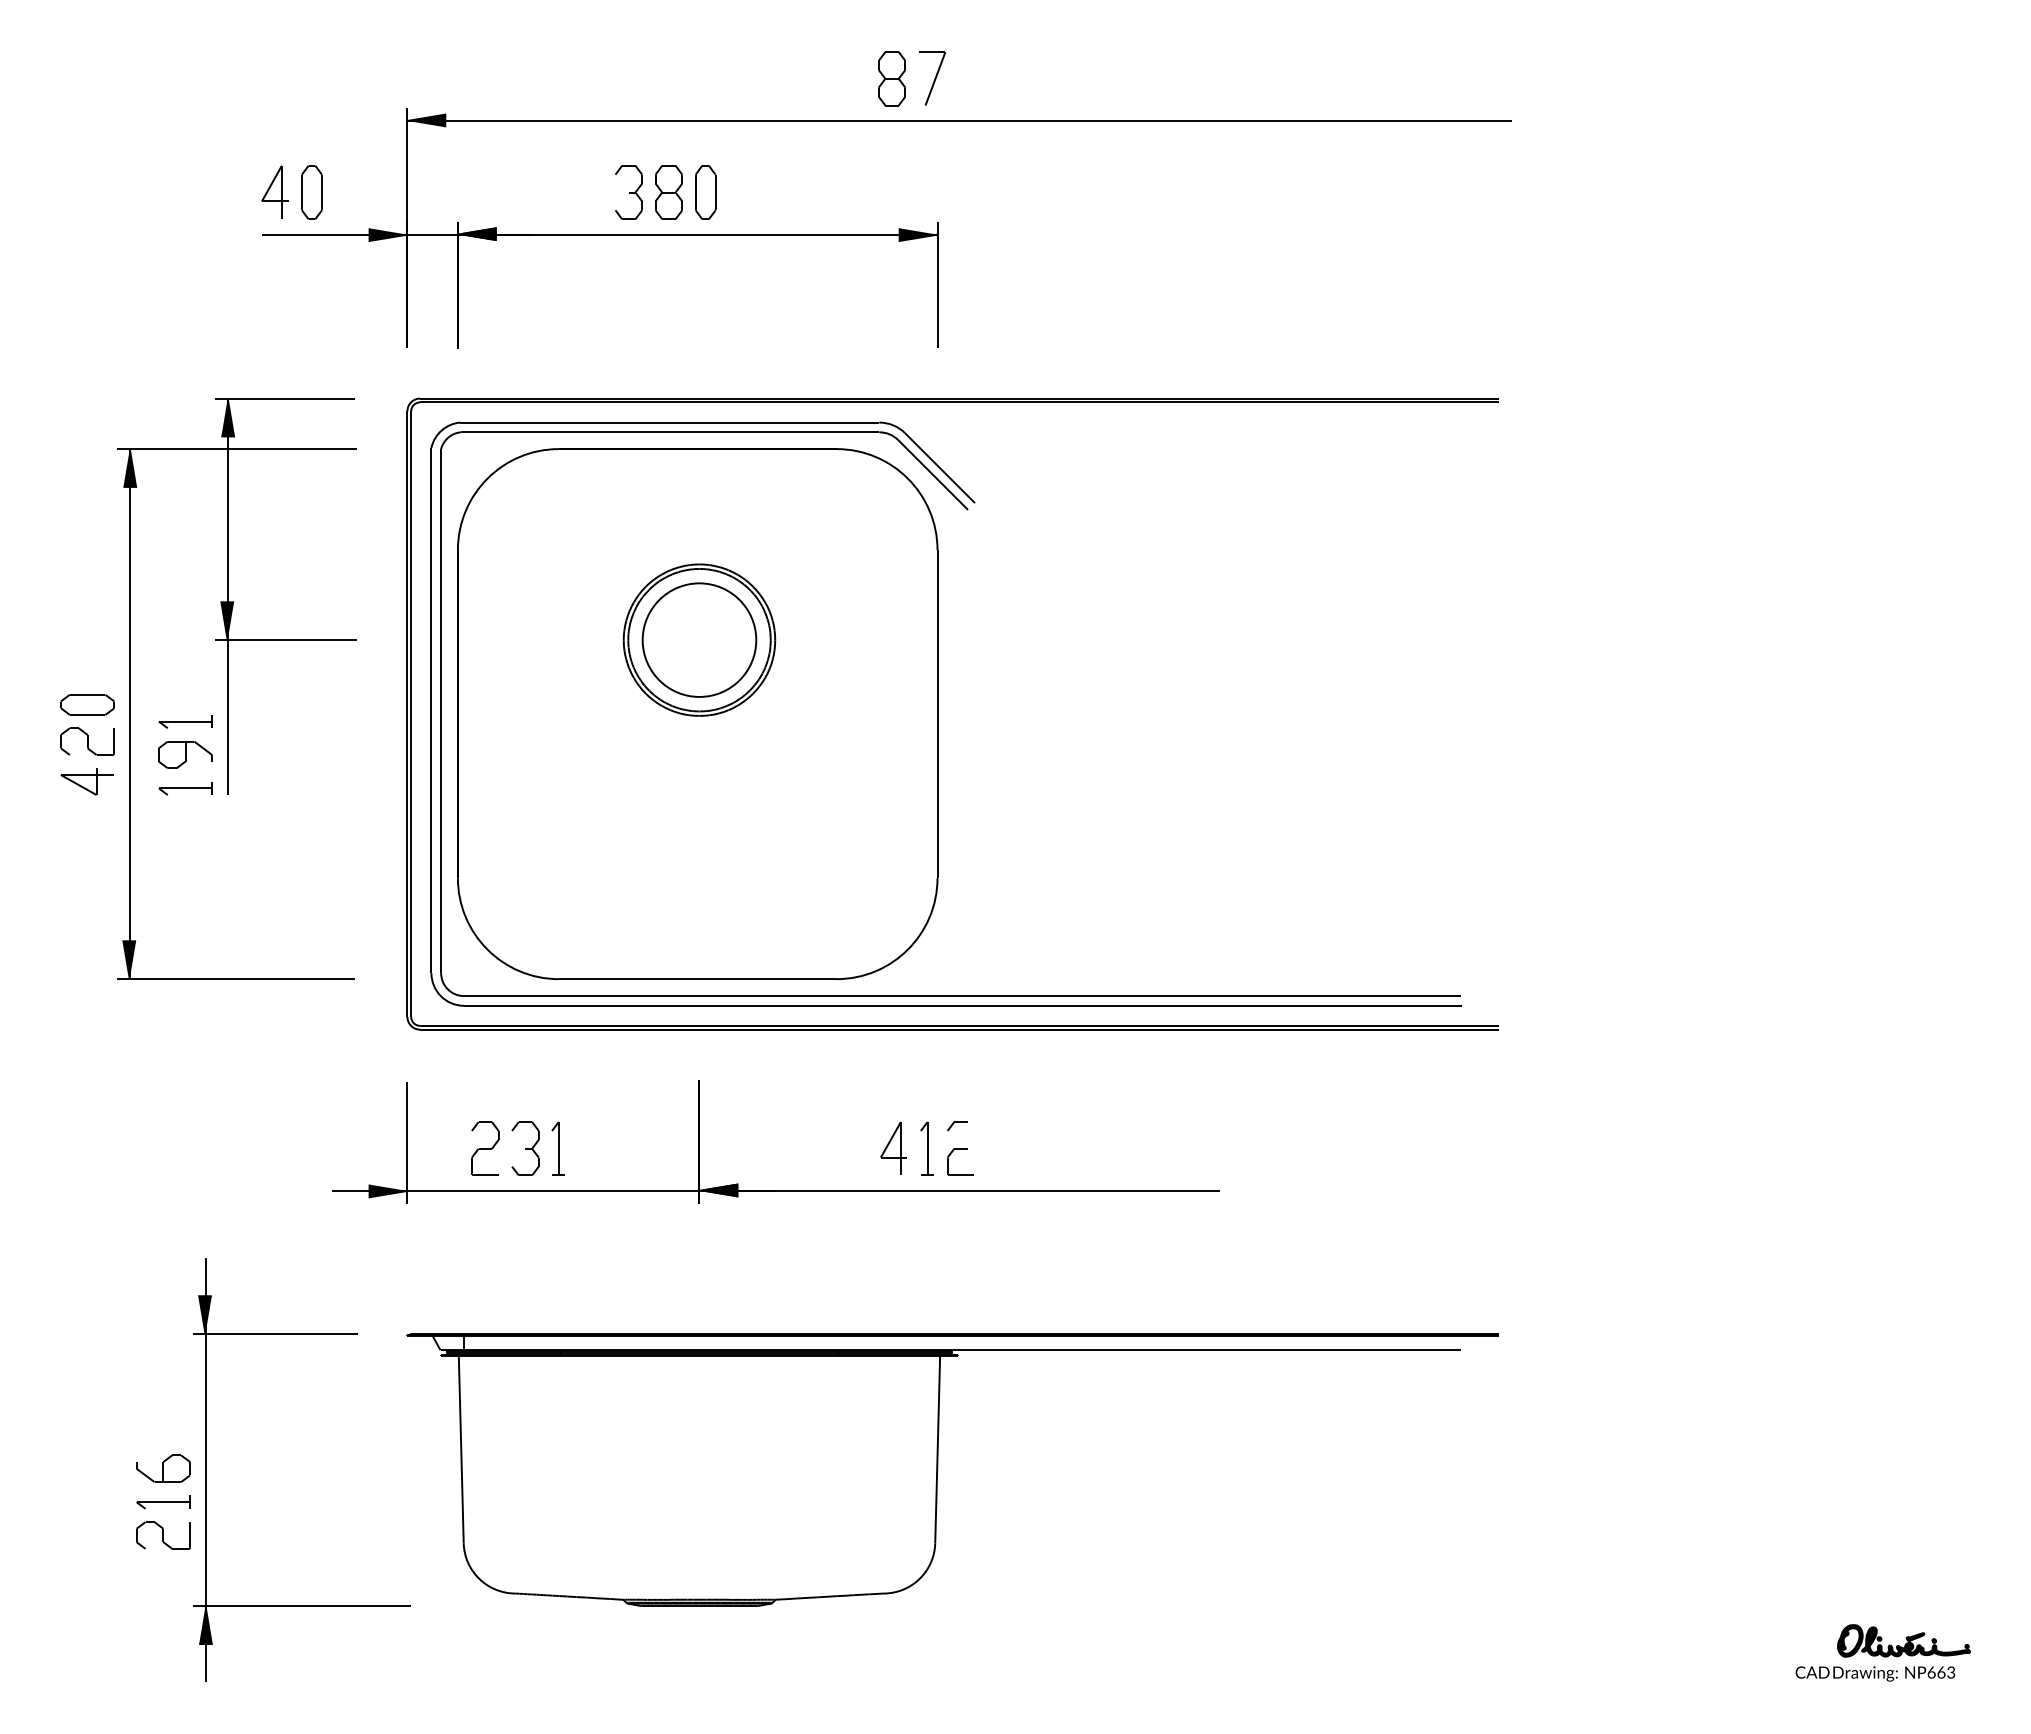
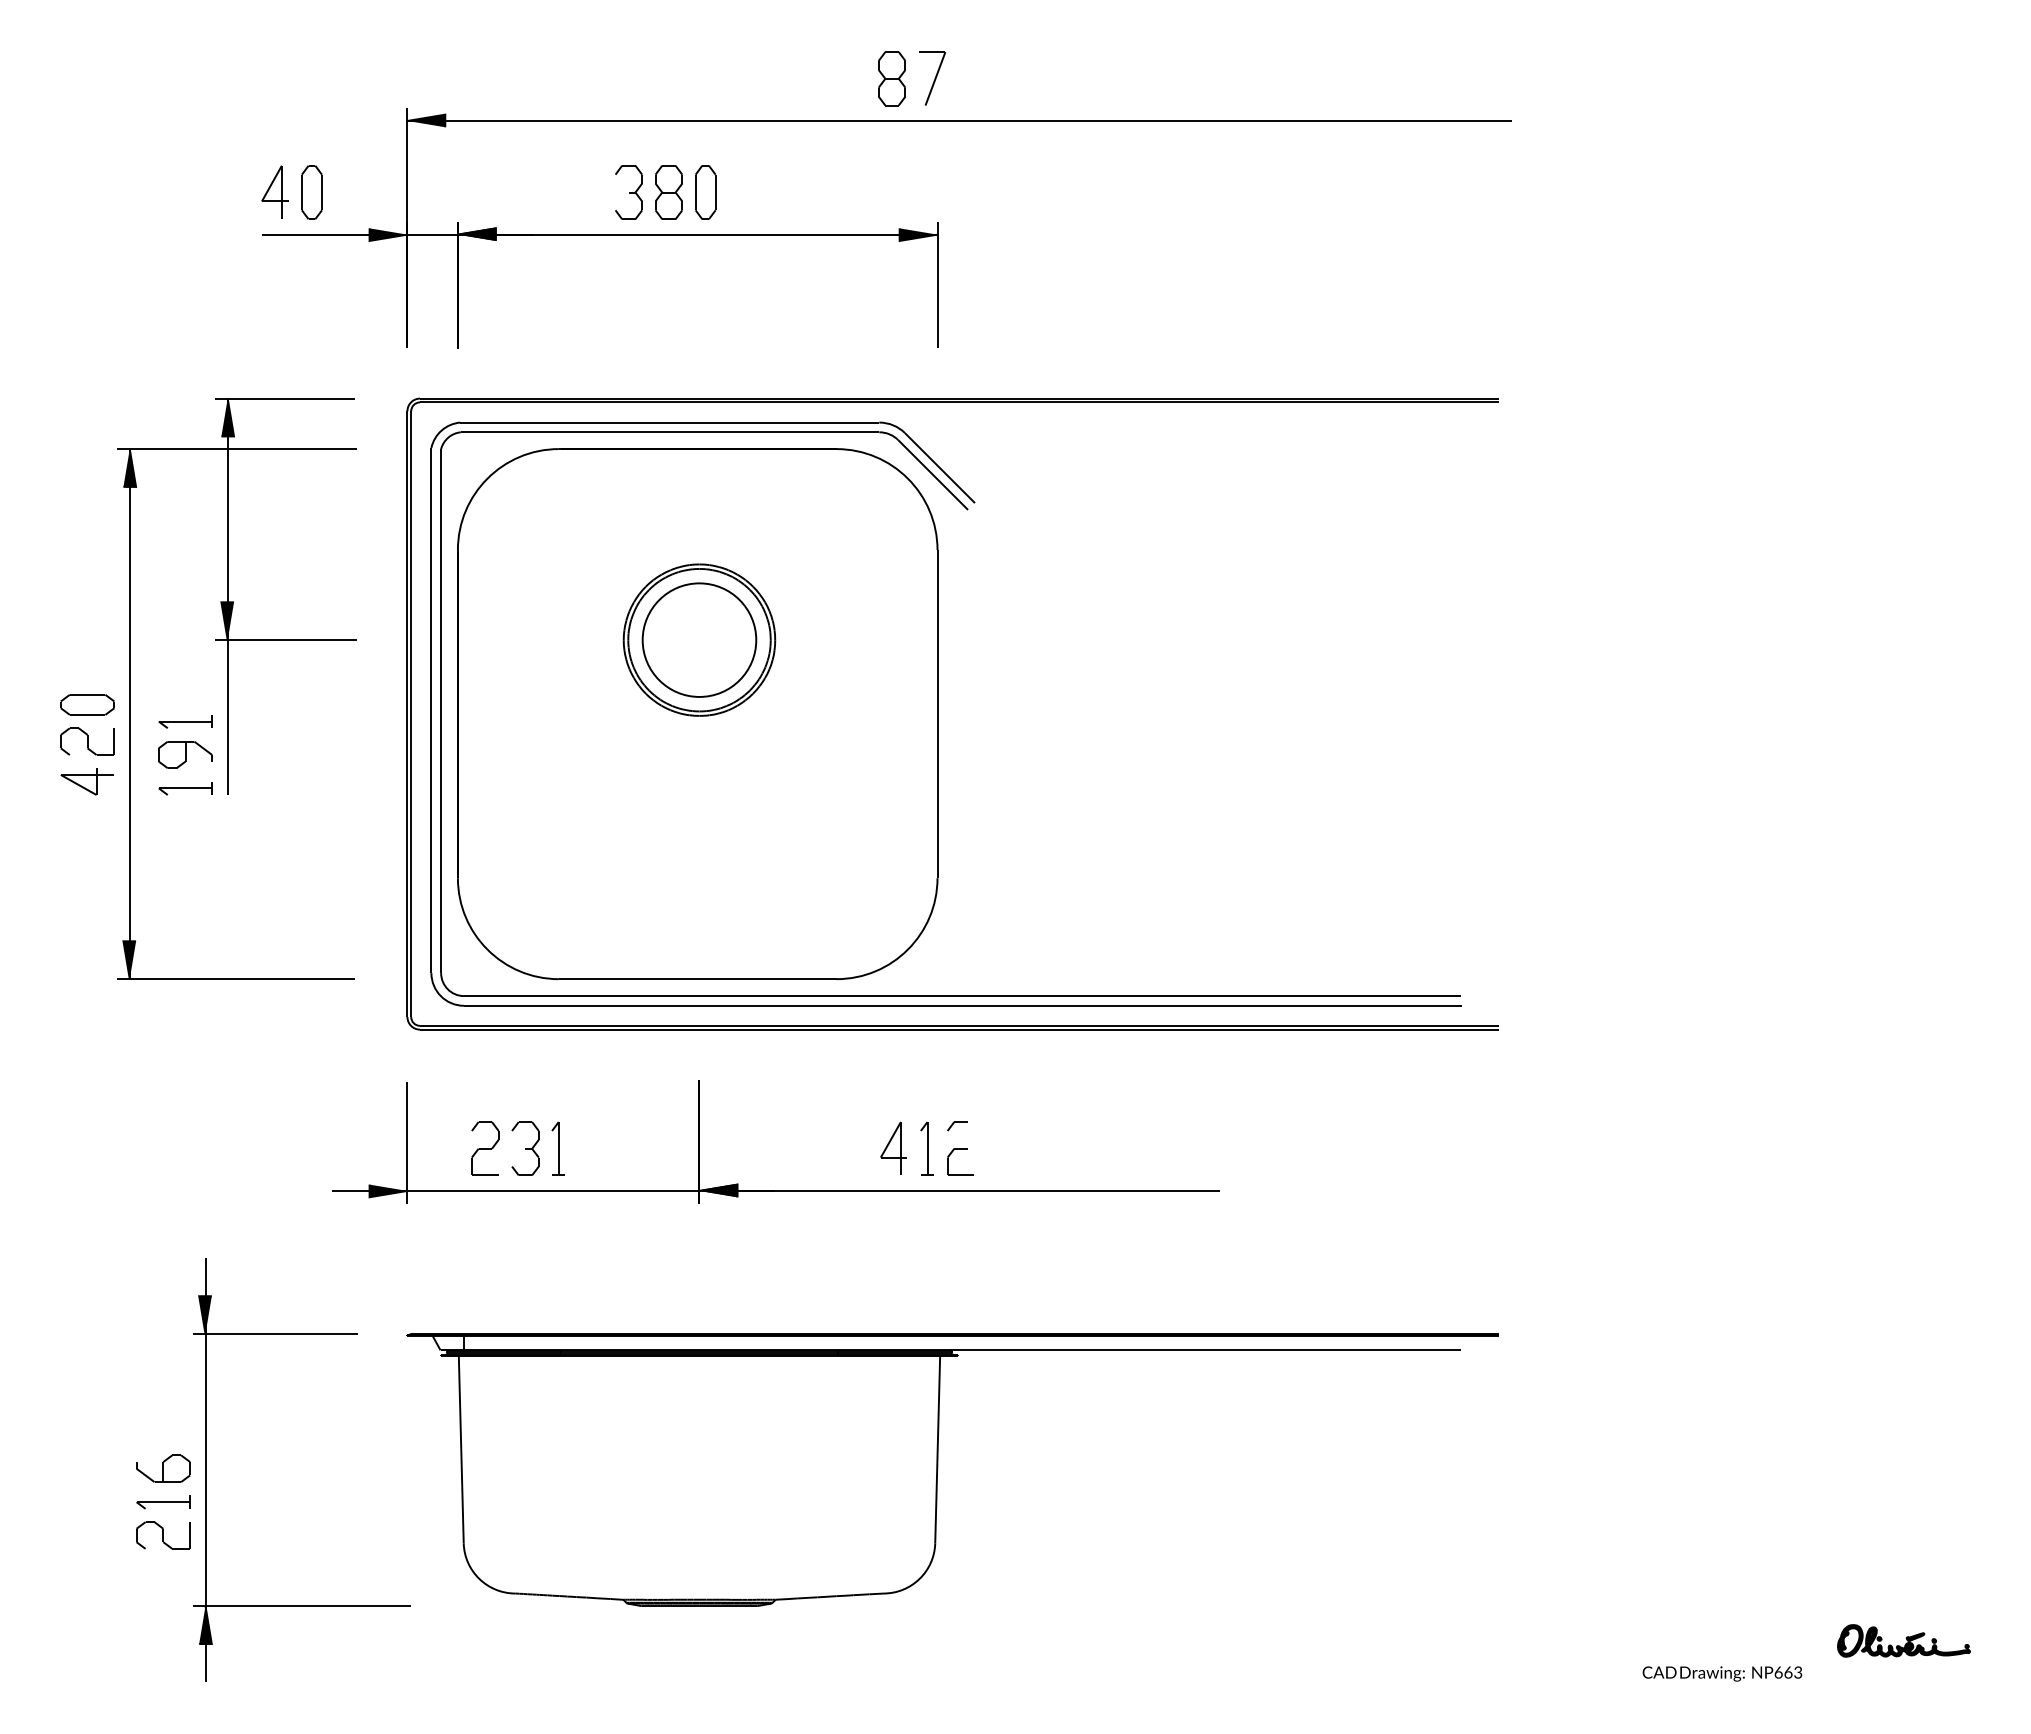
text at (1875, 1673) position: (1875, 1673) -> (1722, 1673)
